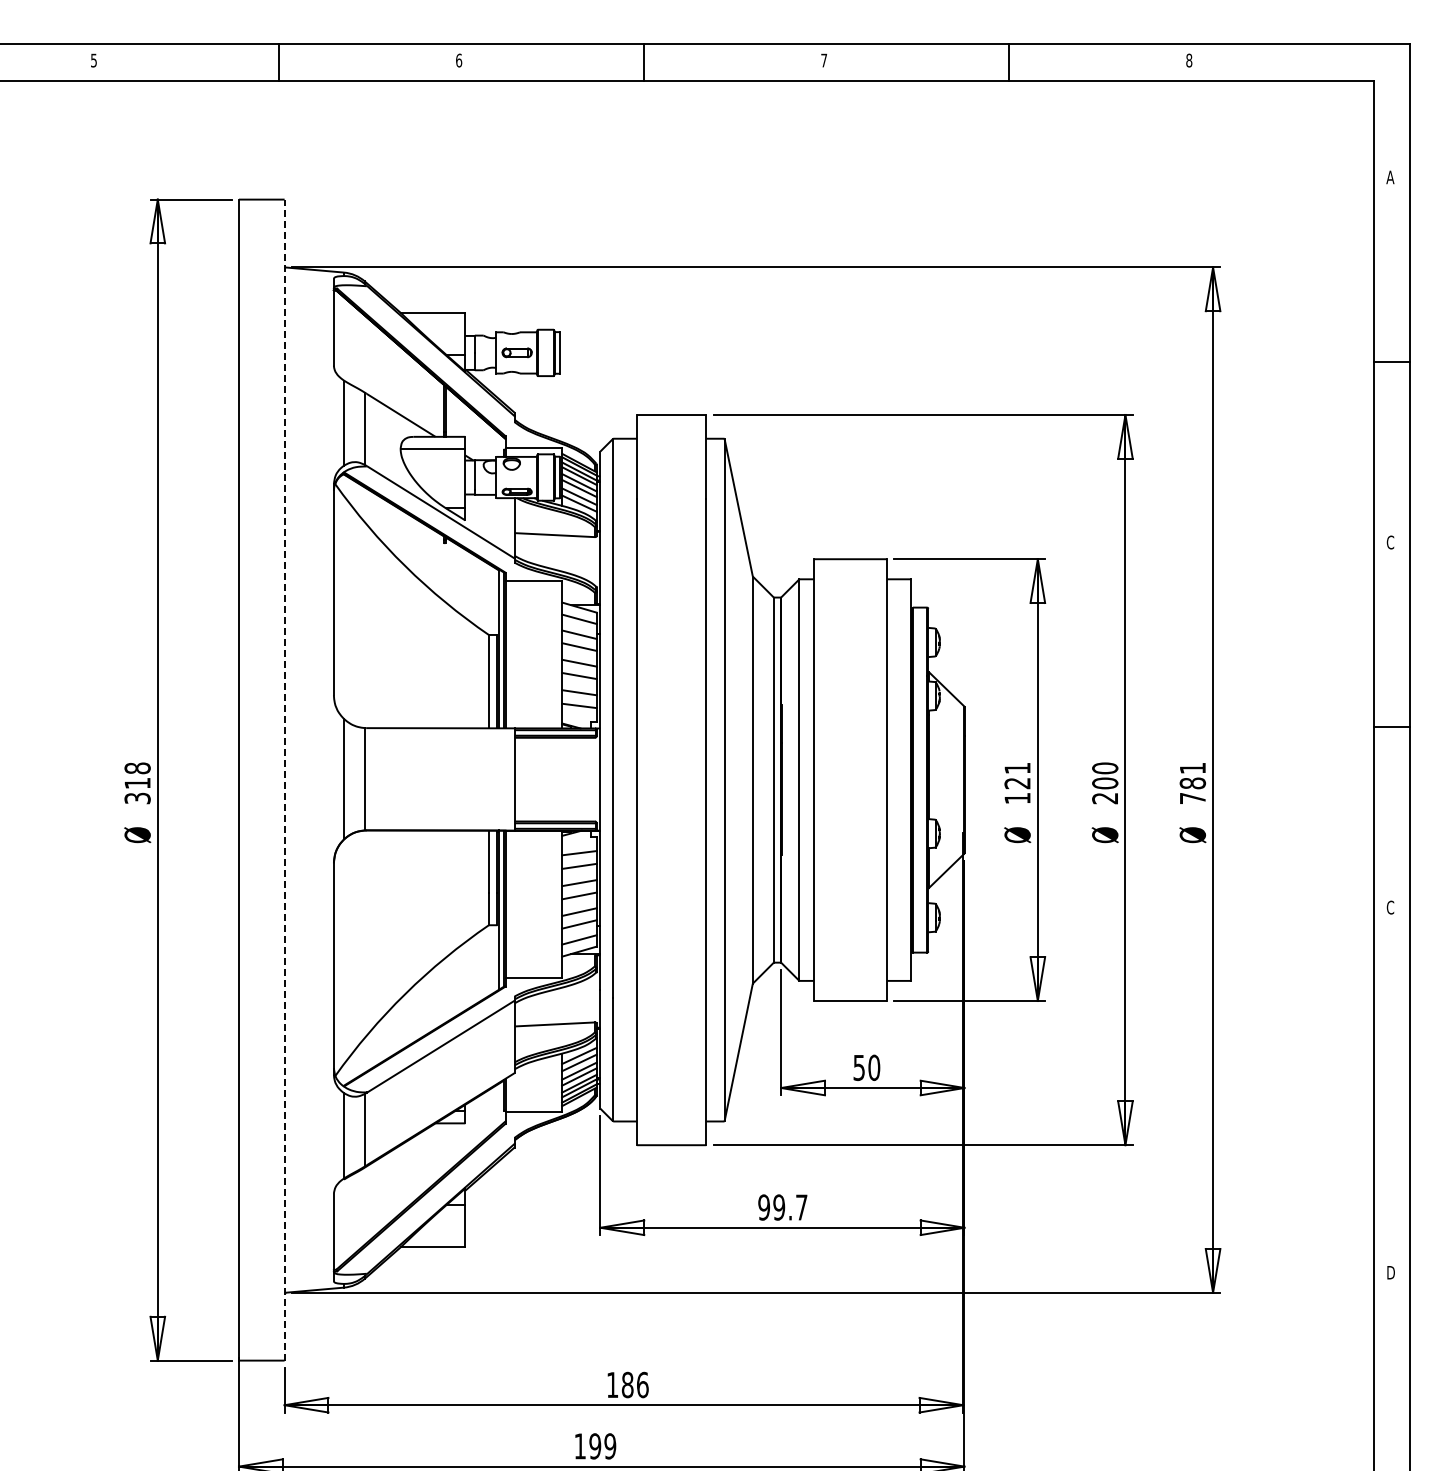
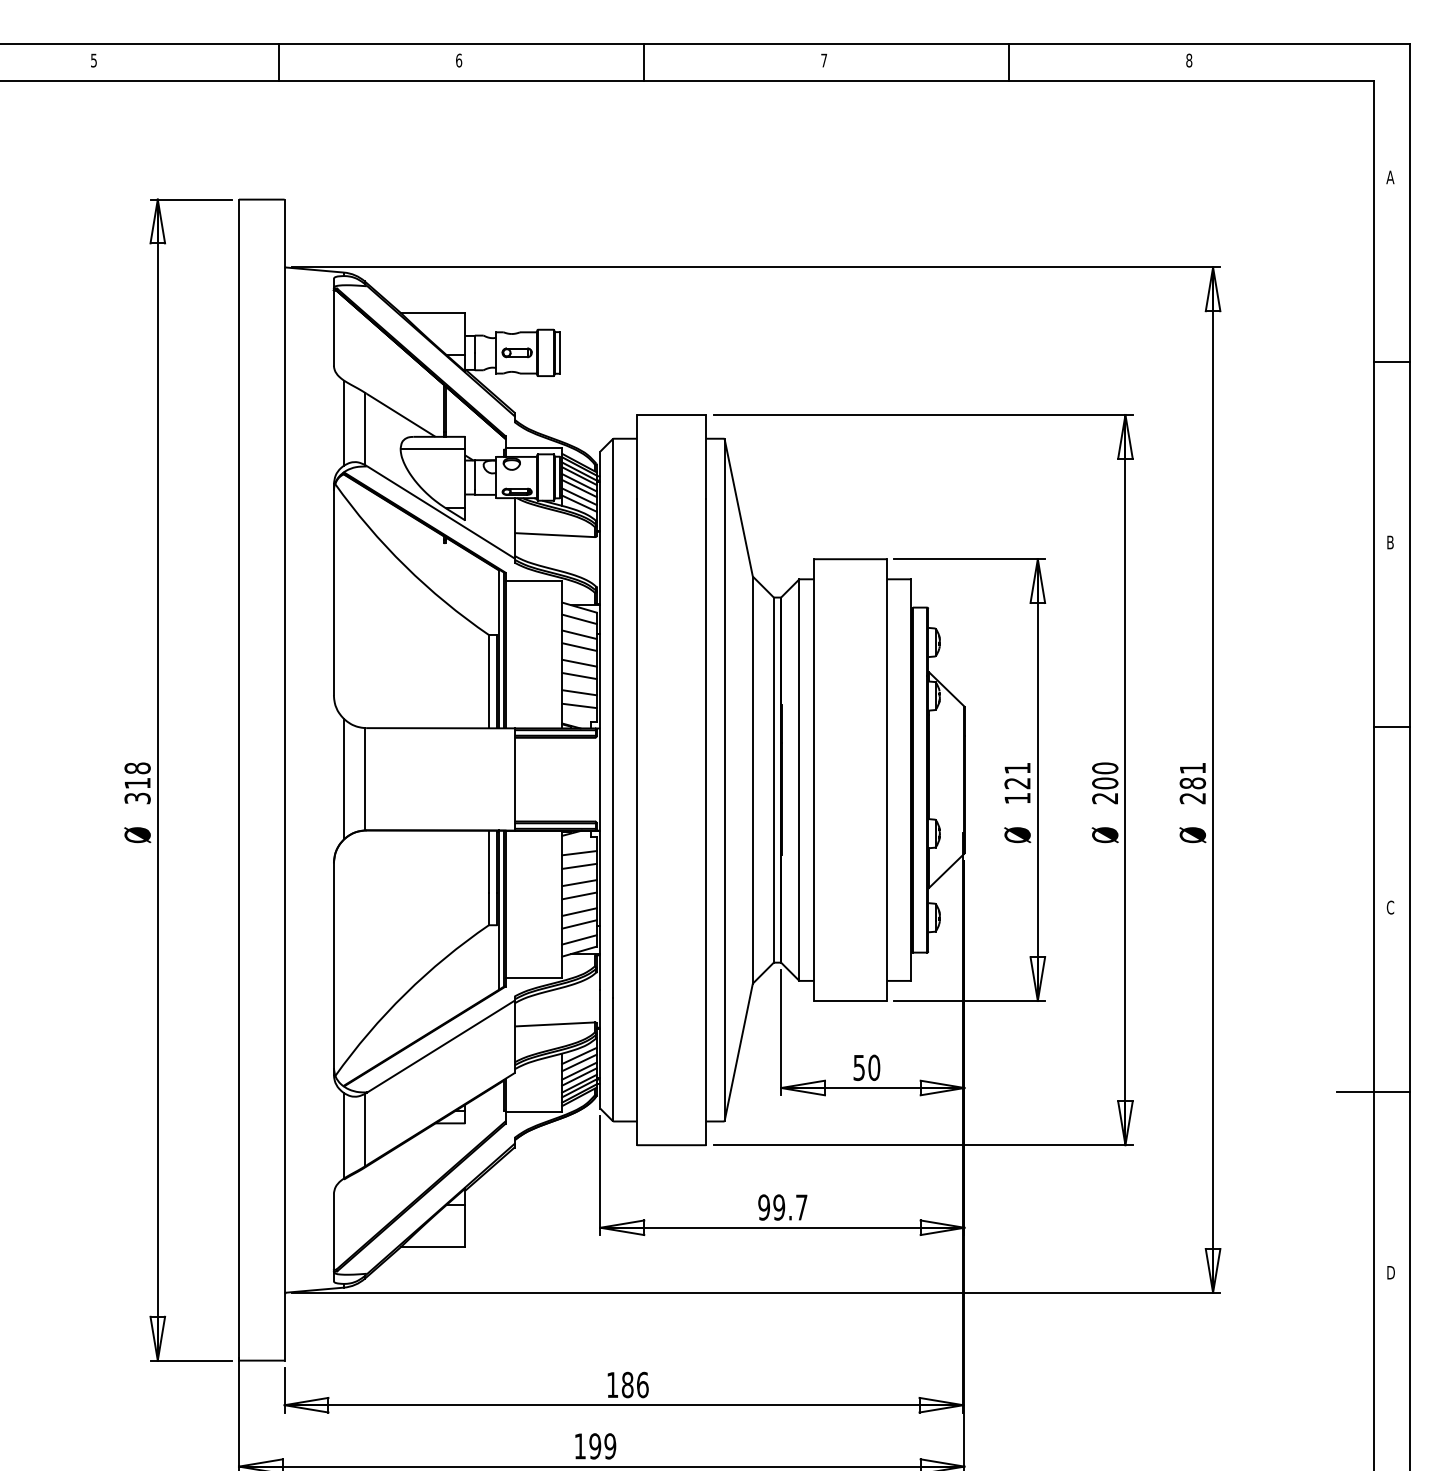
text at (1390, 542): C -> B
line at (284, 780): dashed -> solid
text at (1192, 798): 781 -> 281
line at (1373, 1091): none -> present
